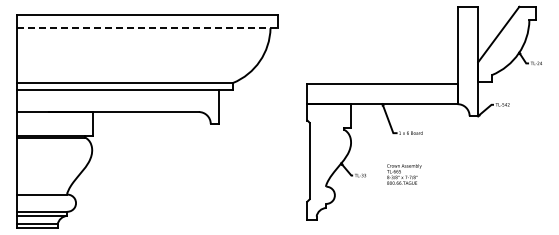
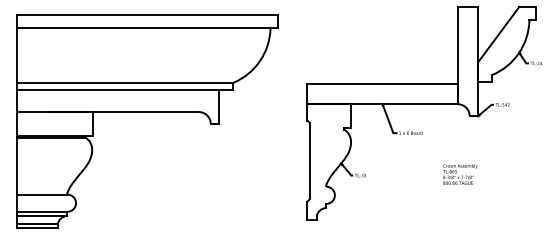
line at (147, 28): dashed -> solid
text at (404, 174) position: (404, 174) -> (460, 174)
